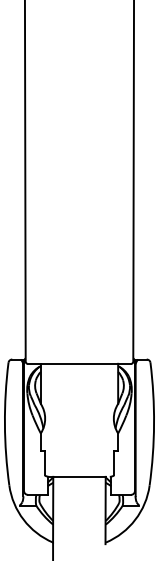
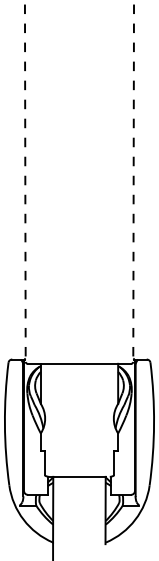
line at (25, 181): solid -> dashed
line at (133, 181): solid -> dashed
